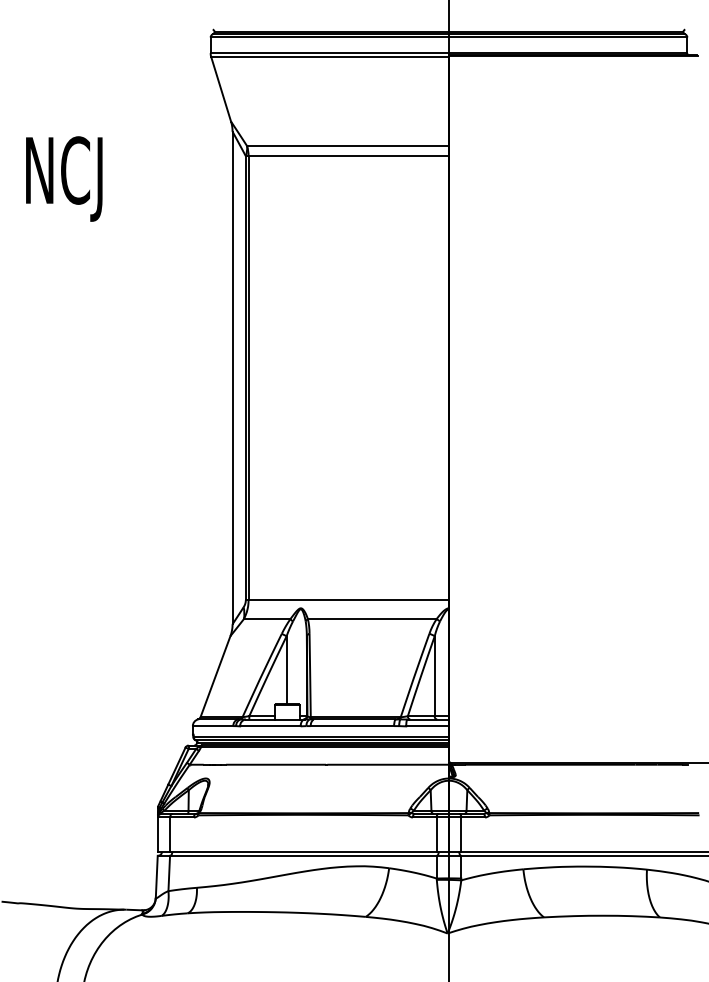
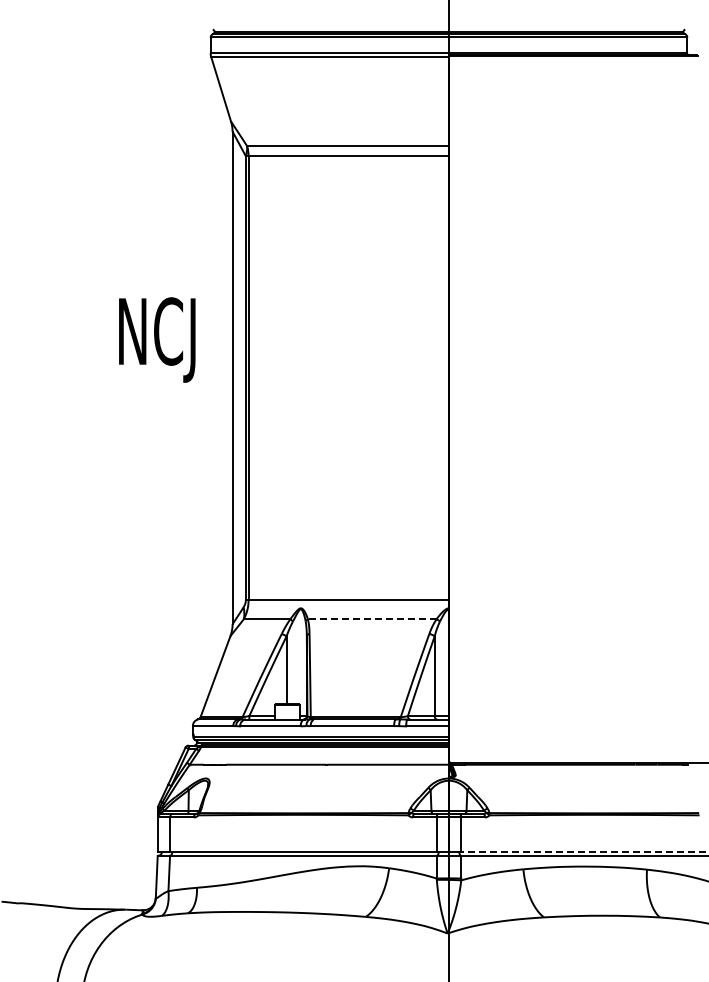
text at (64, 178) position: (64, 178) -> (157, 339)
line at (371, 619): solid -> dashed
line at (585, 851): solid -> dashed
